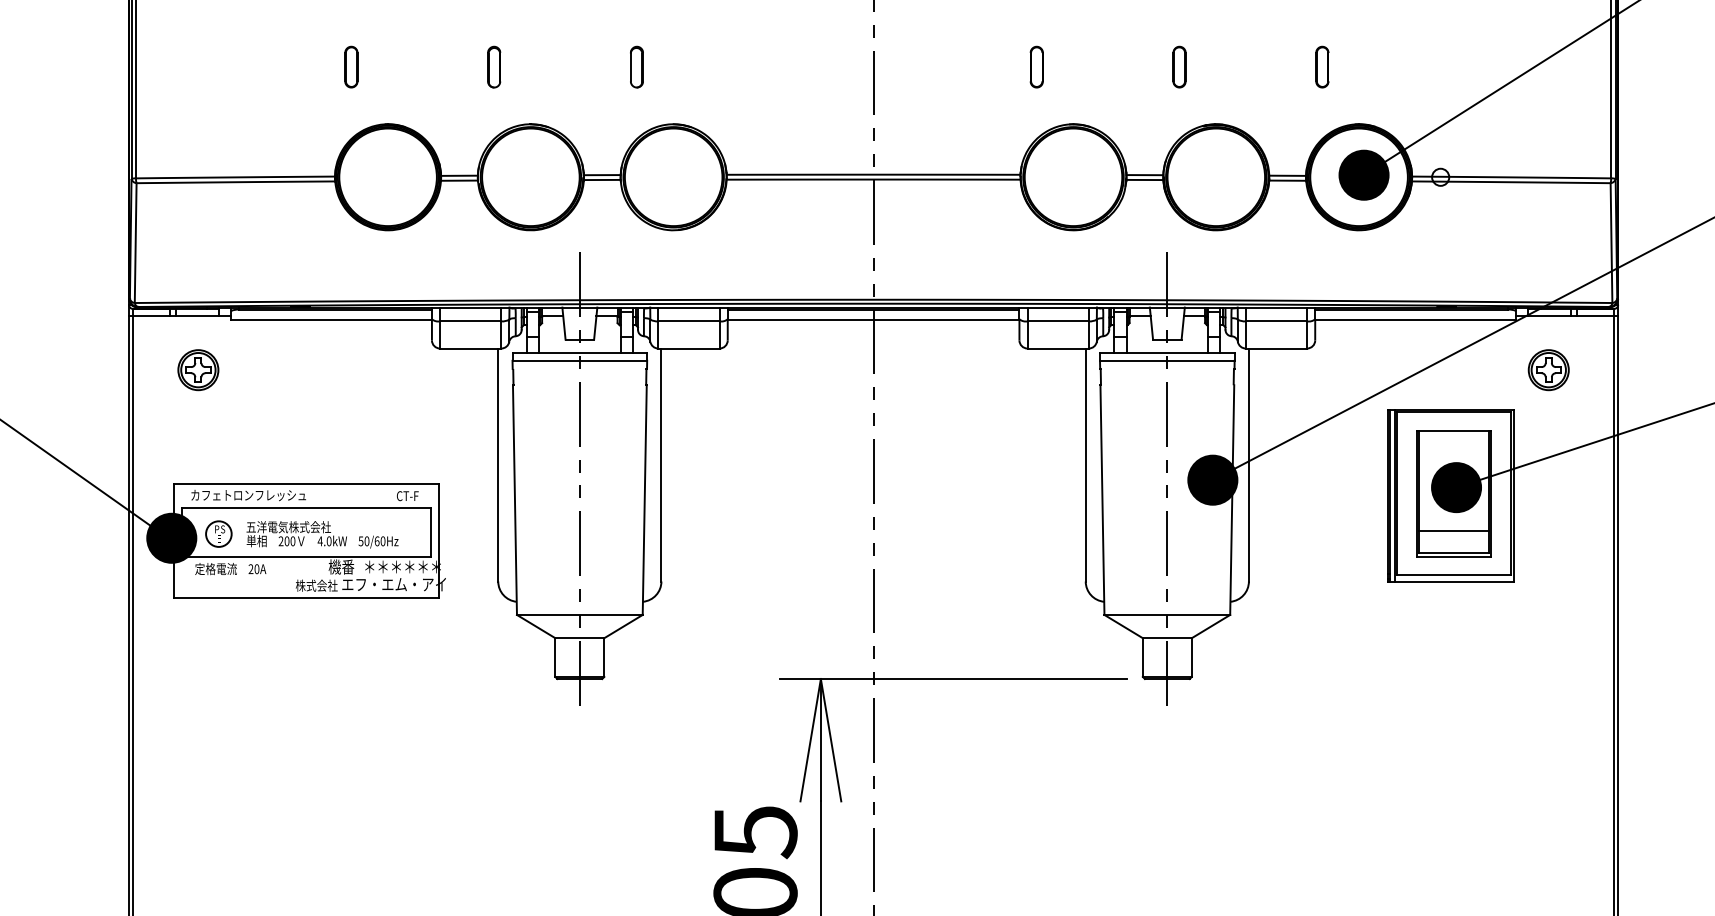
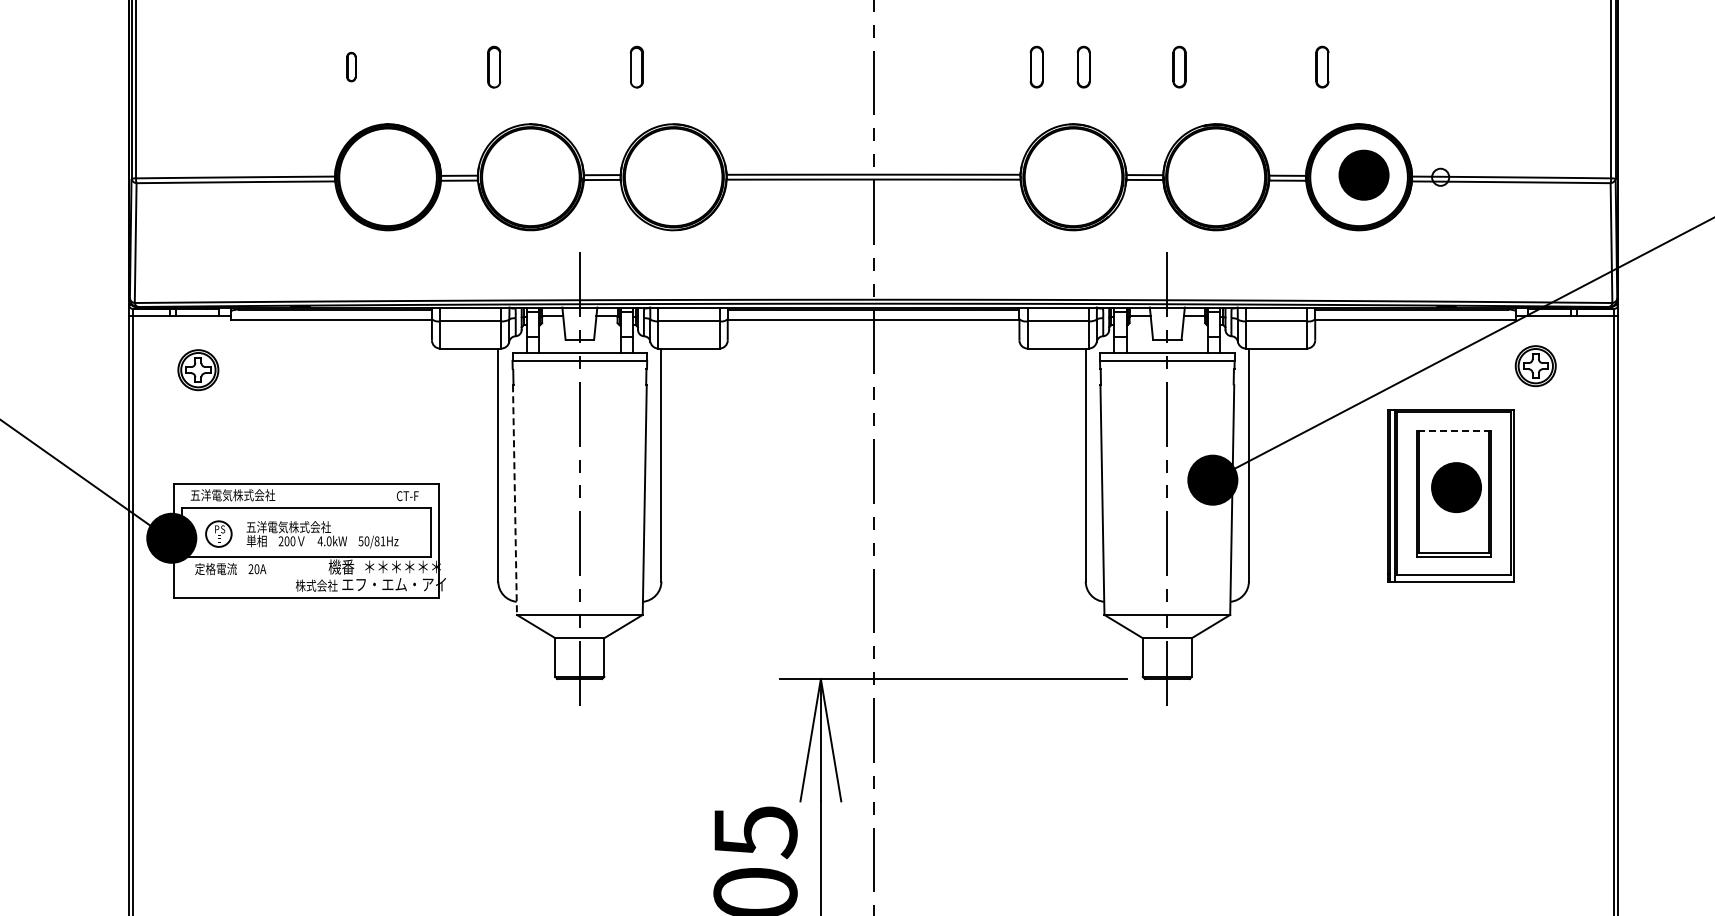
part at (351, 66) size: 15x44 px -> 11x32 px
part at (1083, 66): none -> present
line at (1510, 81): present -> none
part at (1548, 370) position: (1548, 370) -> (1535, 366)
line at (1454, 430): solid -> dashed
line at (1595, 441): present -> none
text at (248, 495): カフェトロンフレッシュ -> 五洋電気株式会社
line at (514, 500): solid -> dashed
line at (1453, 530): present -> none
text at (379, 541): 50/60Hz -> 50/81Hz
